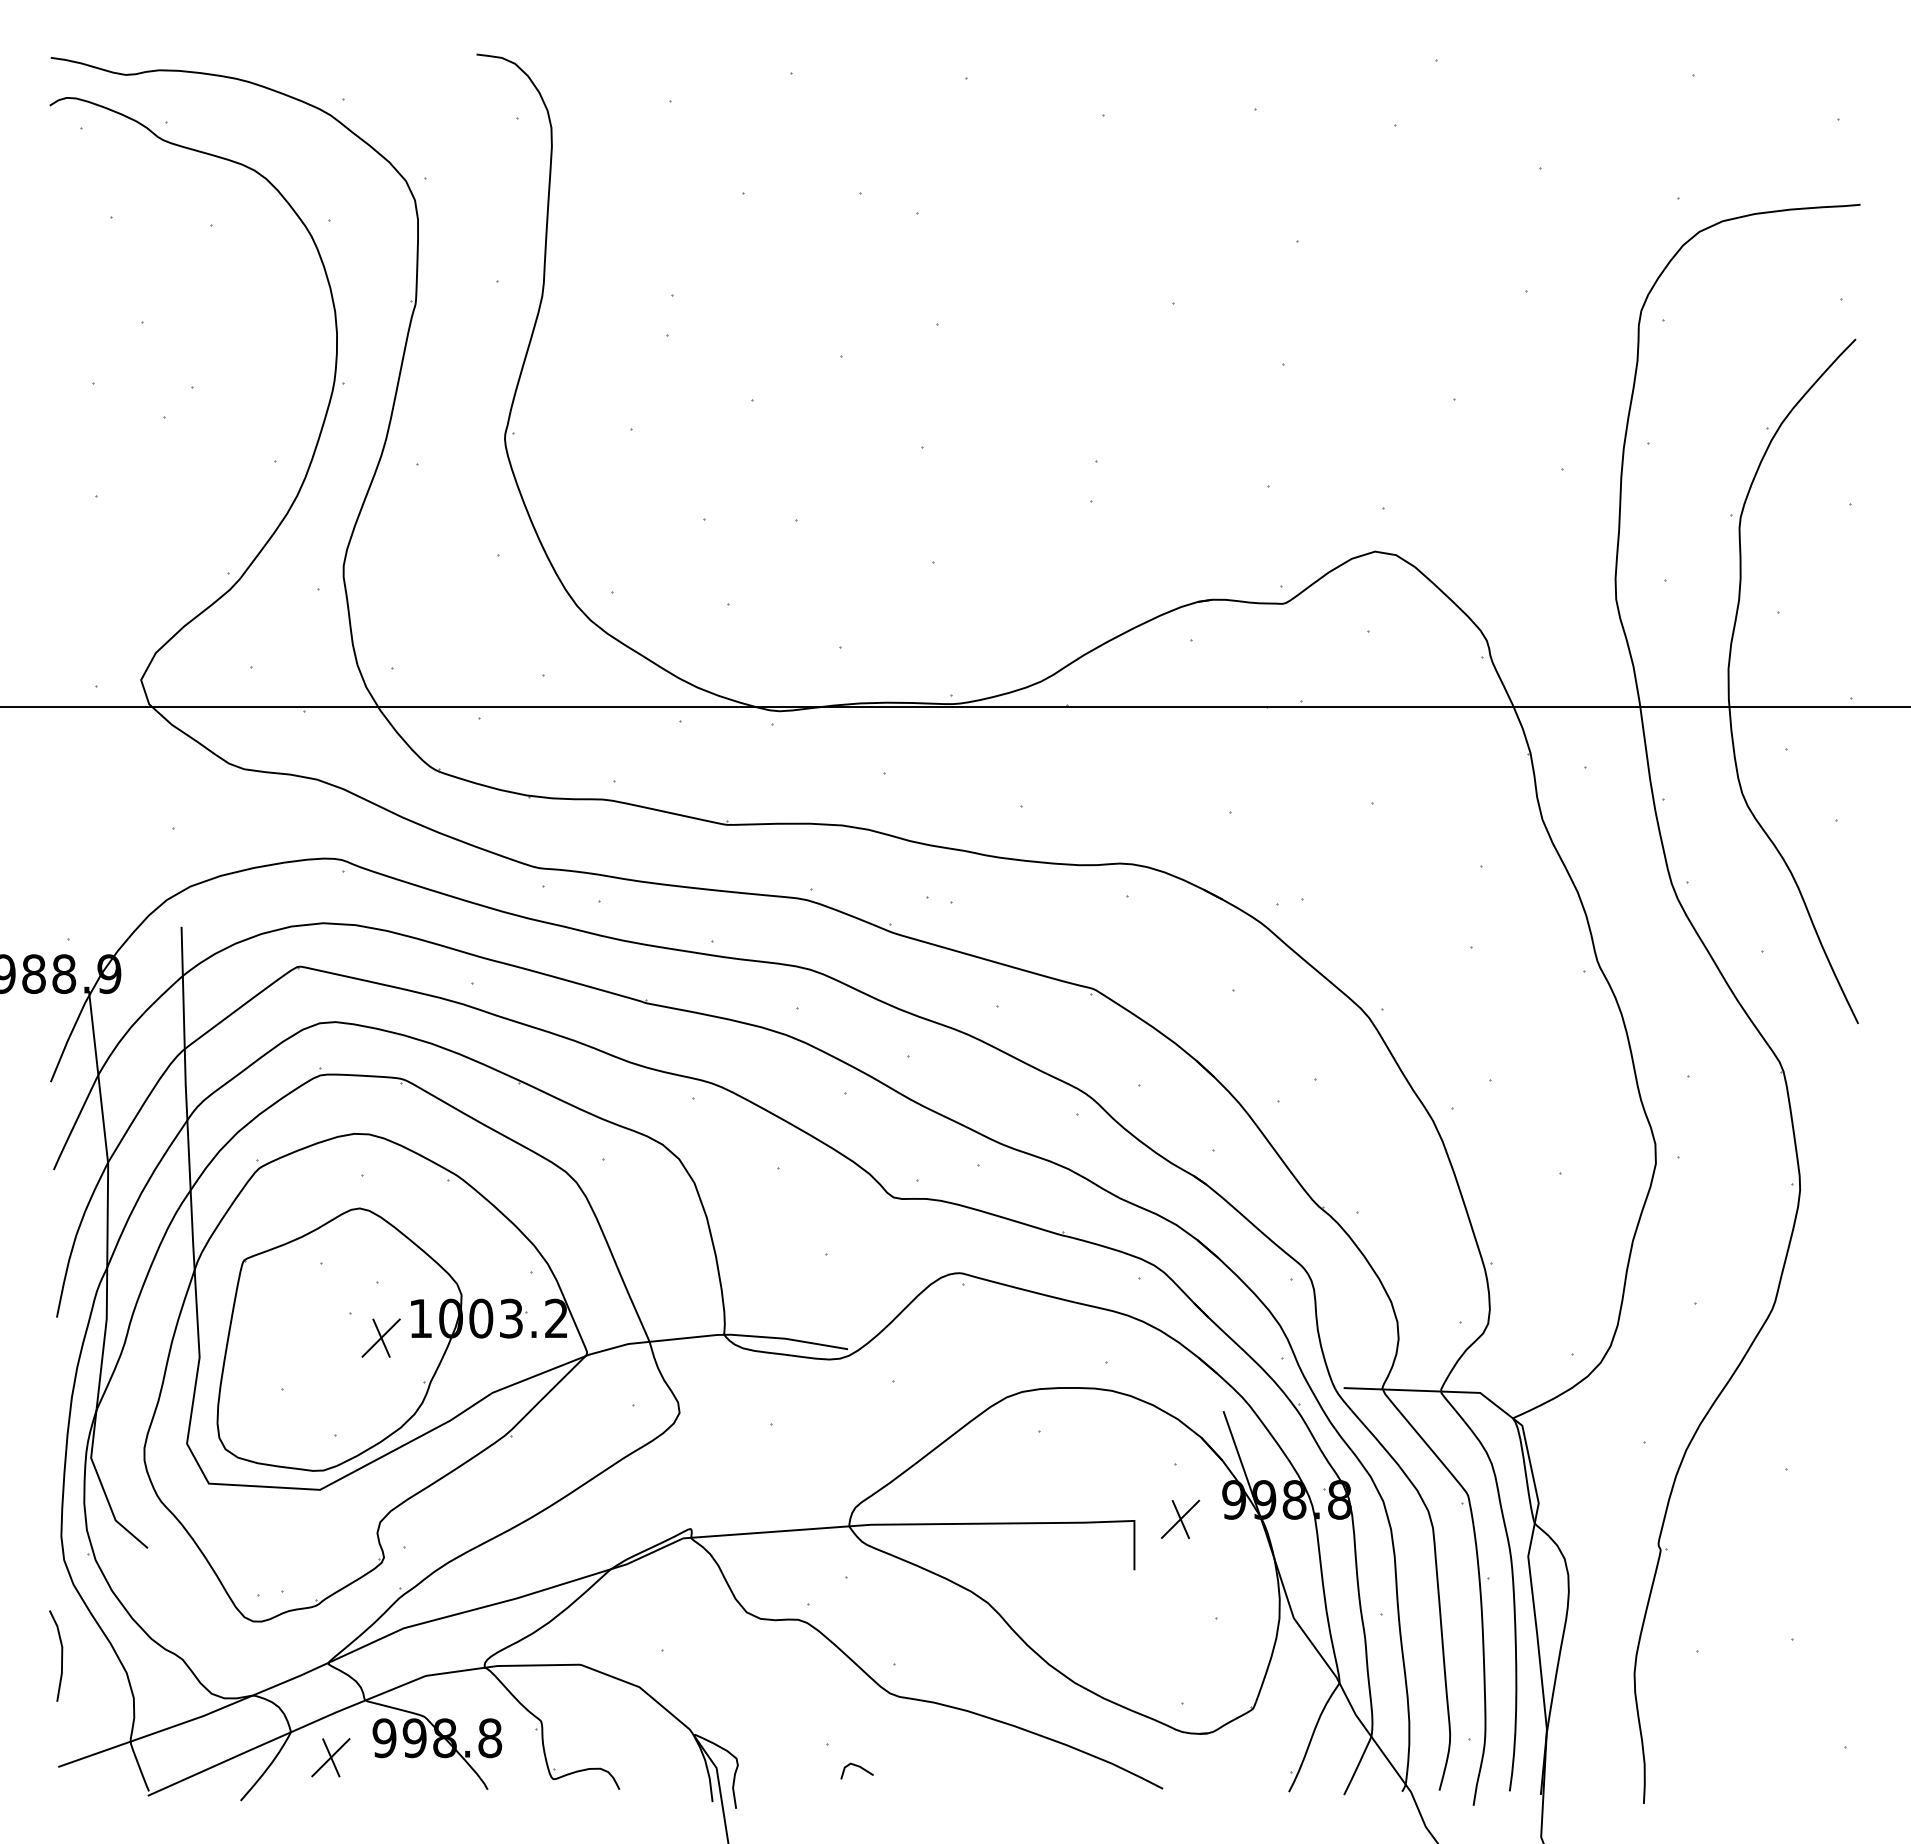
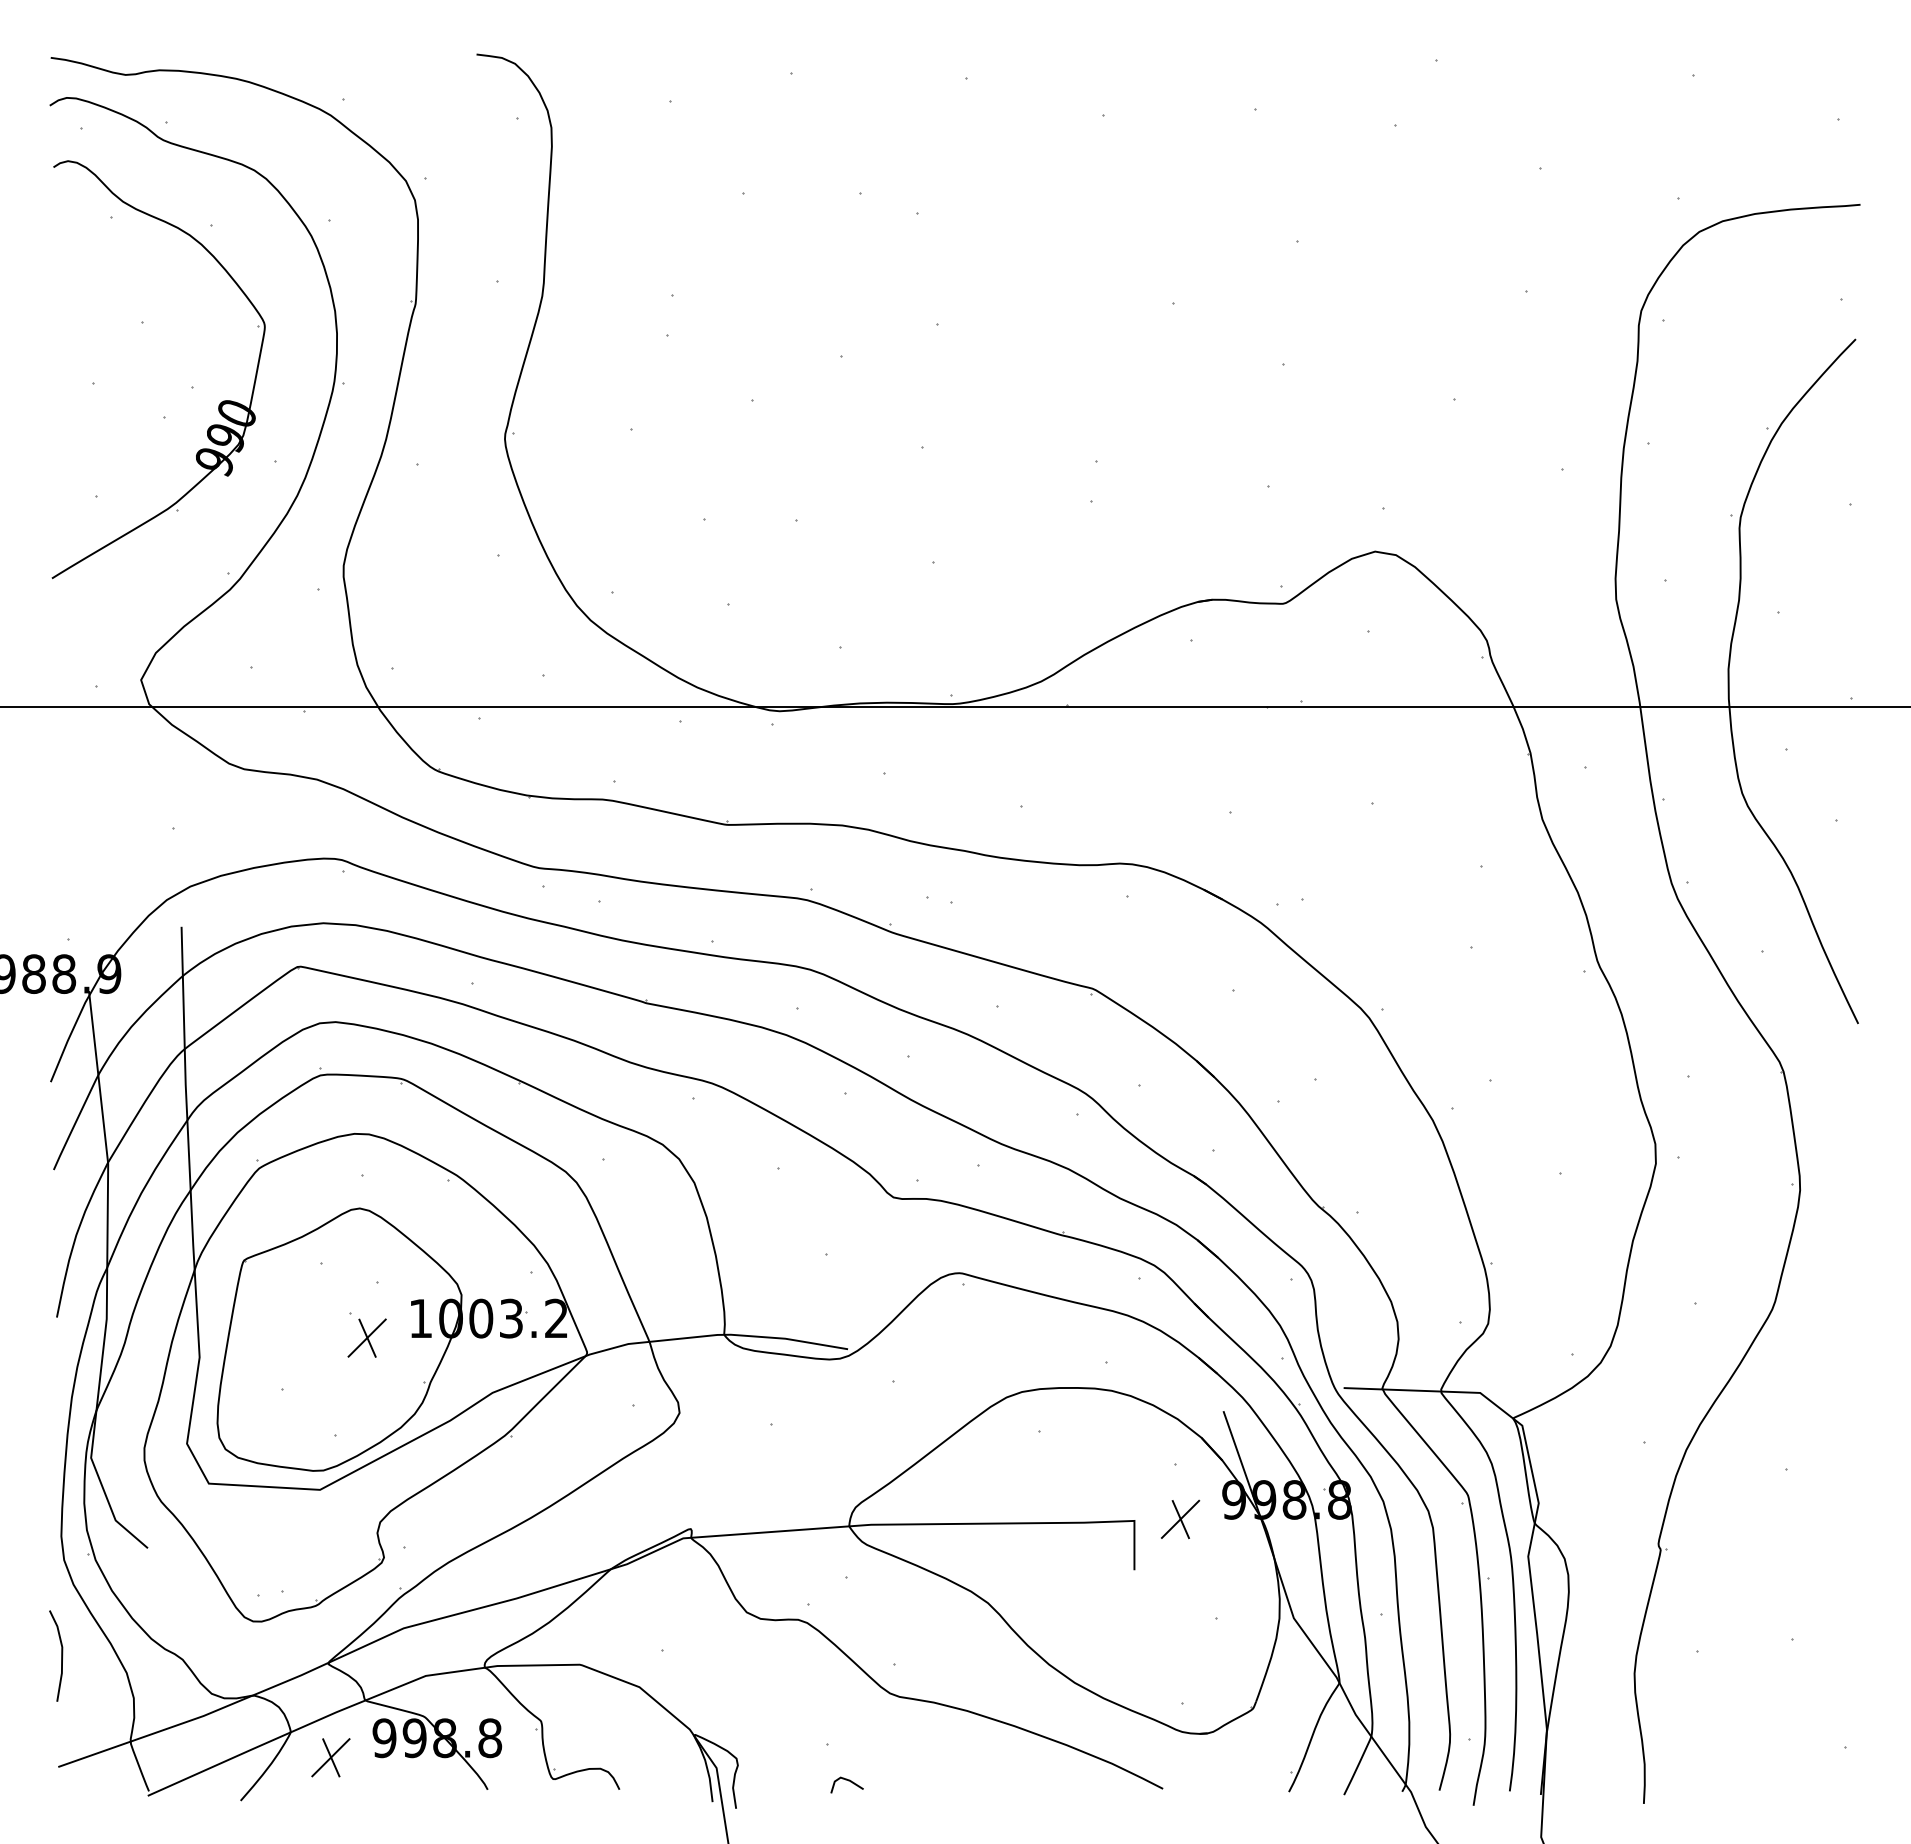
part at (219, 403): none -> present
part at (380, 1337) position: (380, 1337) -> (366, 1337)
line at (858, 1767) position: (858, 1767) -> (848, 1781)
